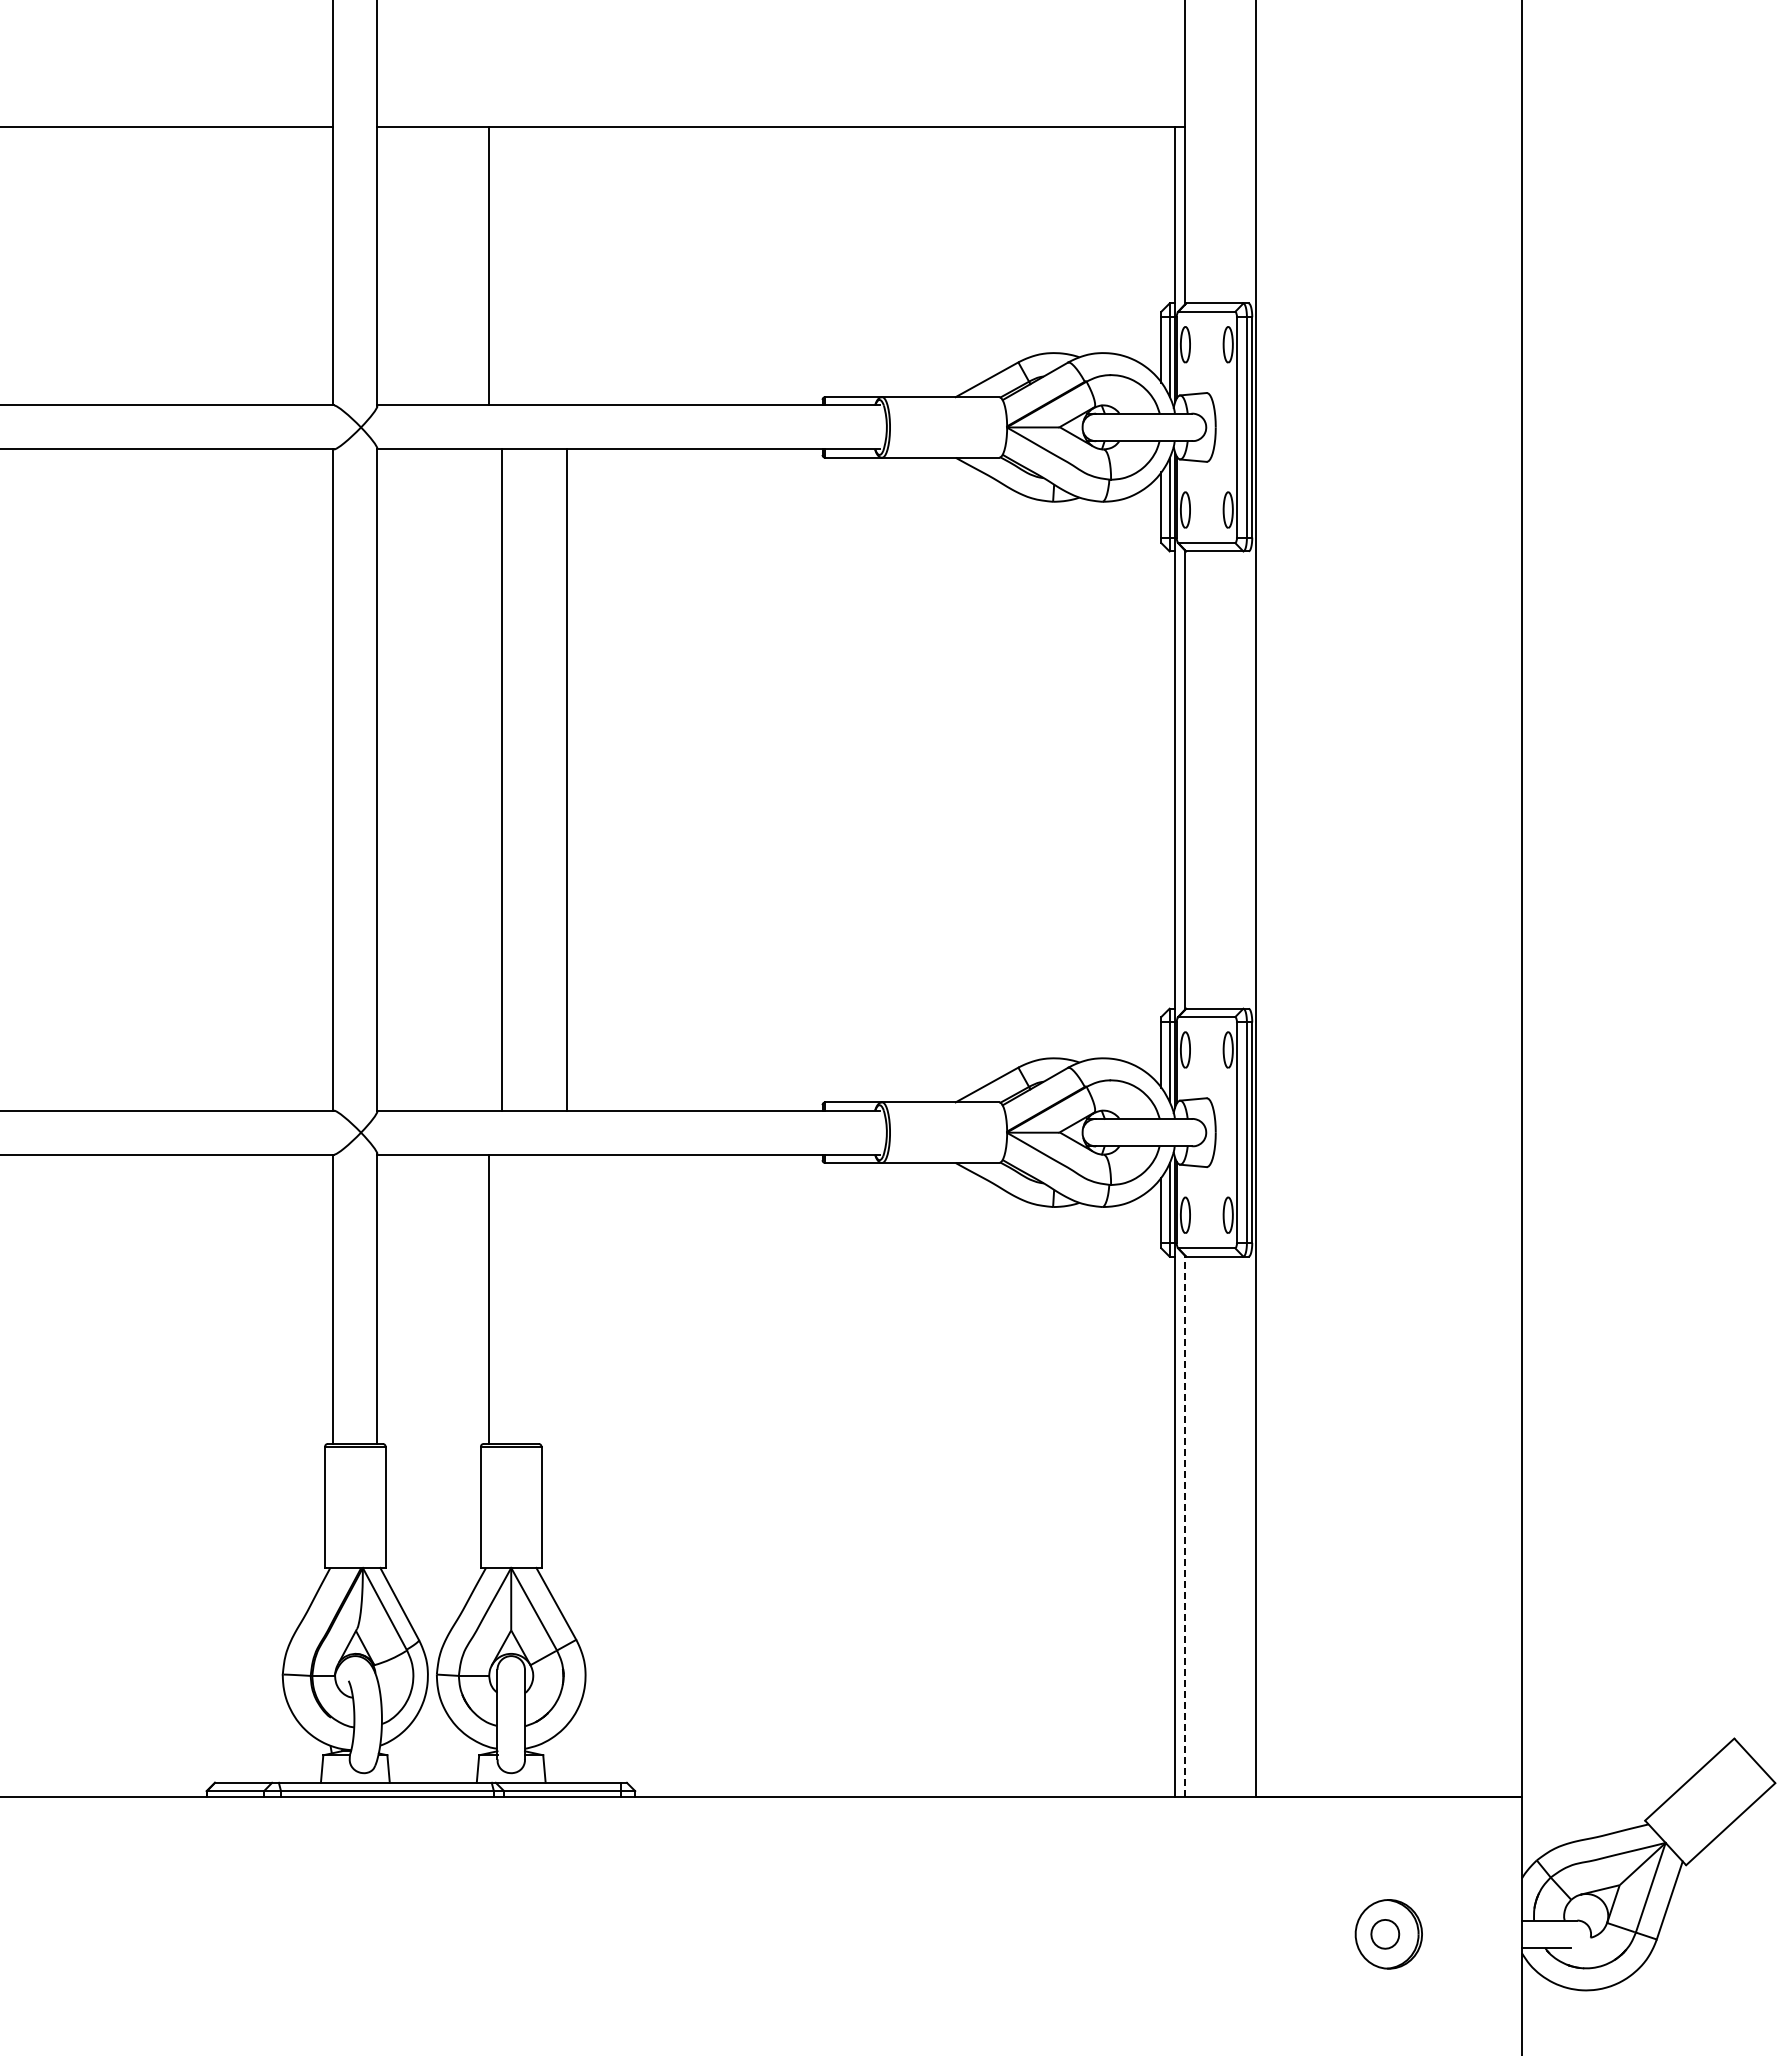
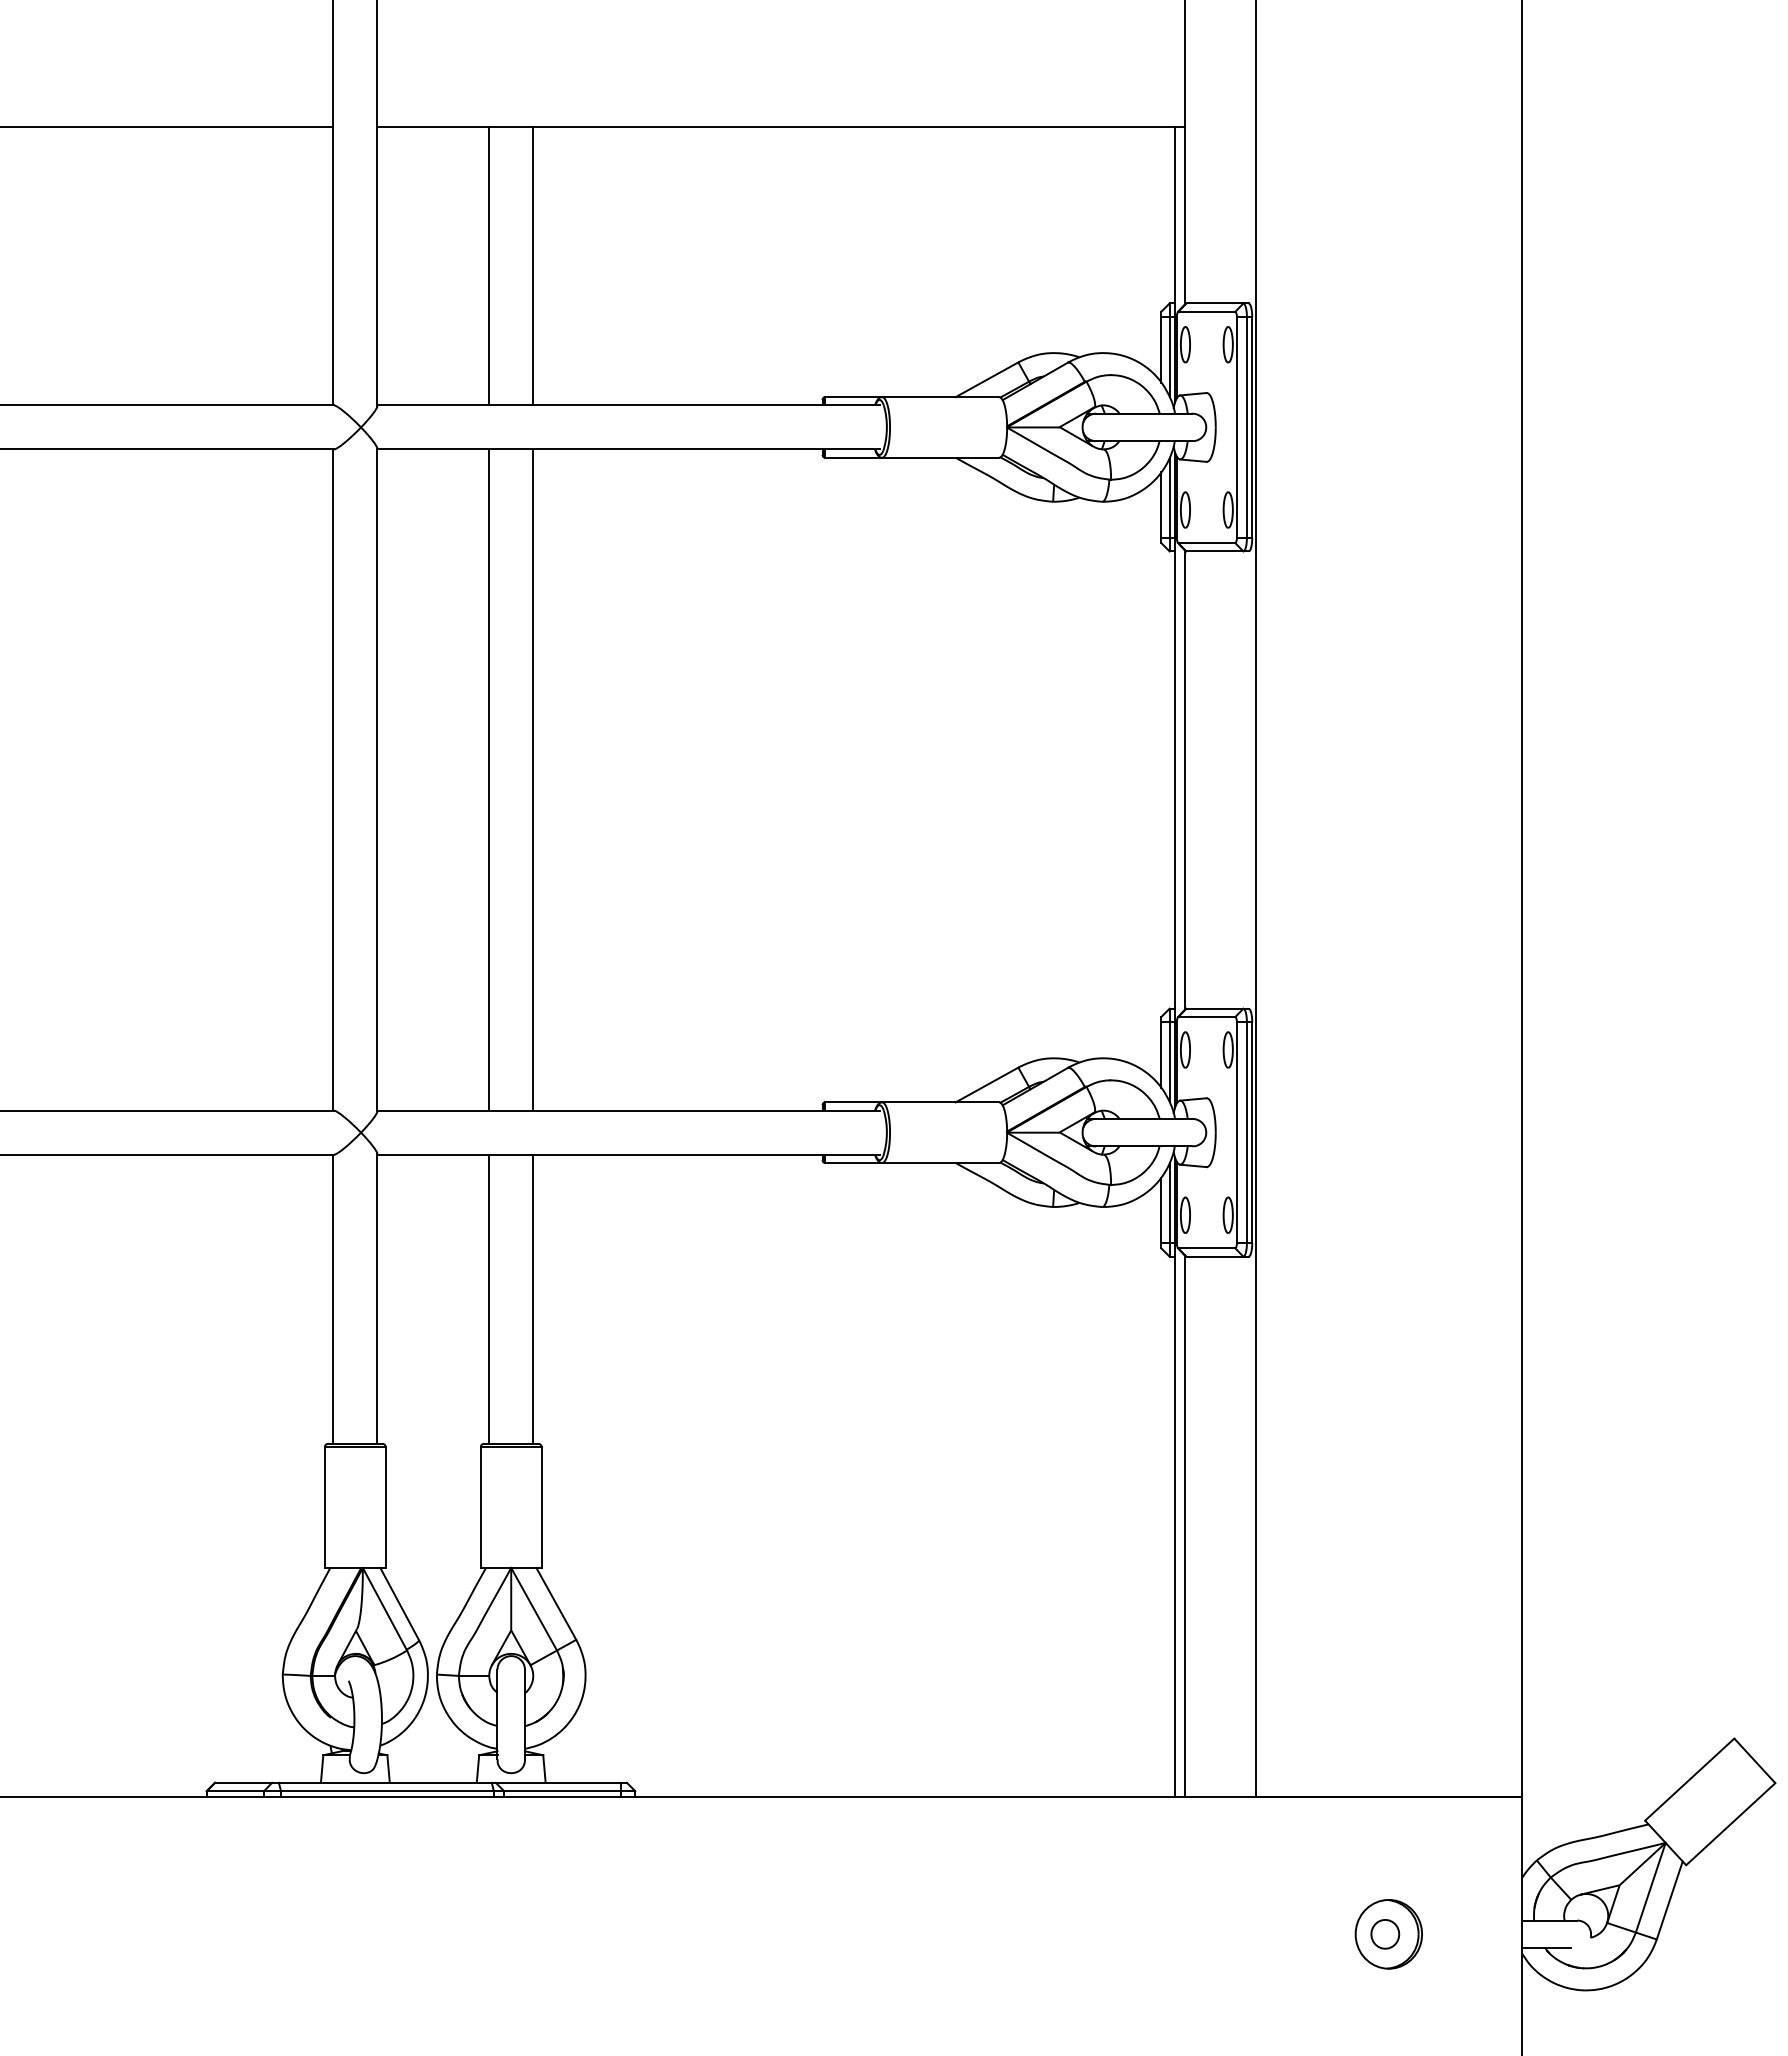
line at (533, 266): none -> present
line at (502, 779) position: (502, 779) -> (489, 779)
line at (567, 779) position: (567, 779) -> (533, 779)
line at (533, 1298): none -> present
line at (1184, 1525): dashed -> solid
